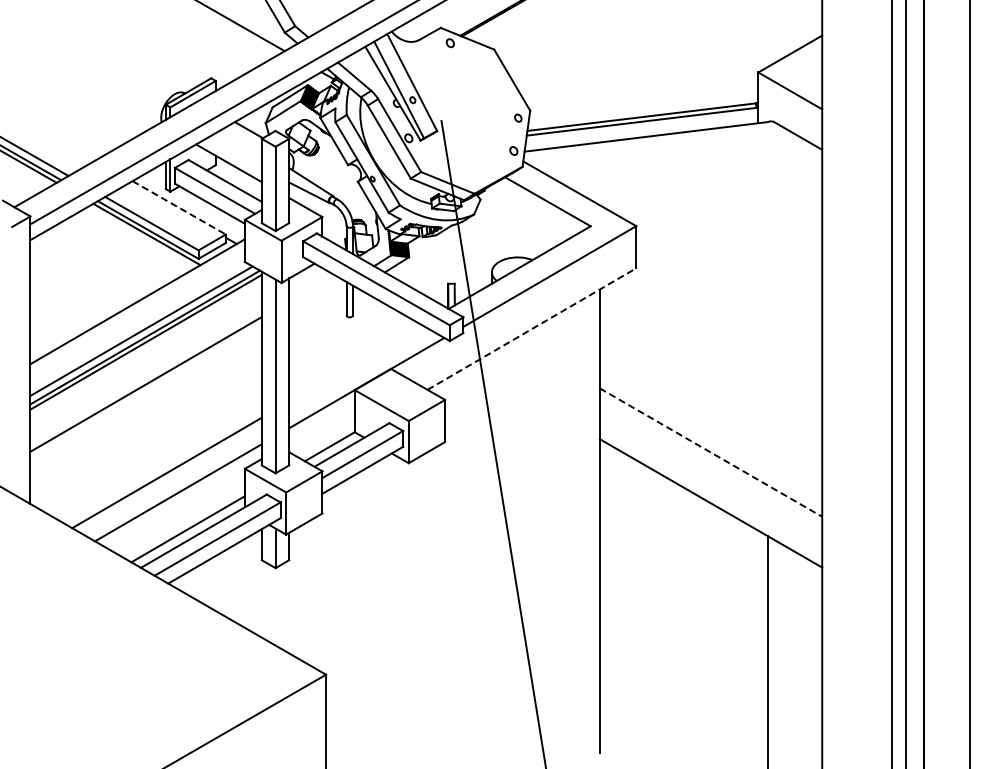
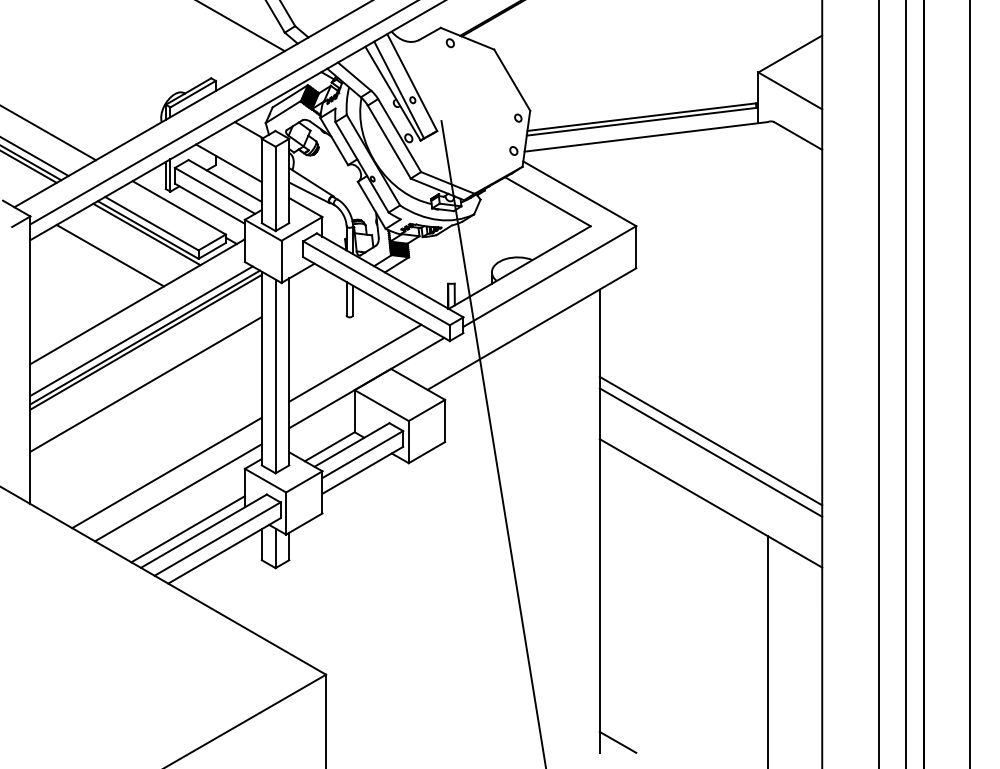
line at (48, 133): none -> present
line at (179, 207): dashed -> solid
line at (110, 255): none -> present
line at (531, 329): dashed -> solid
line at (355, 362): none -> present
line at (891, 383) position: (891, 383) -> (878, 383)
line at (710, 440): none -> present
line at (711, 452): dashed -> solid
line at (617, 741): none -> present
